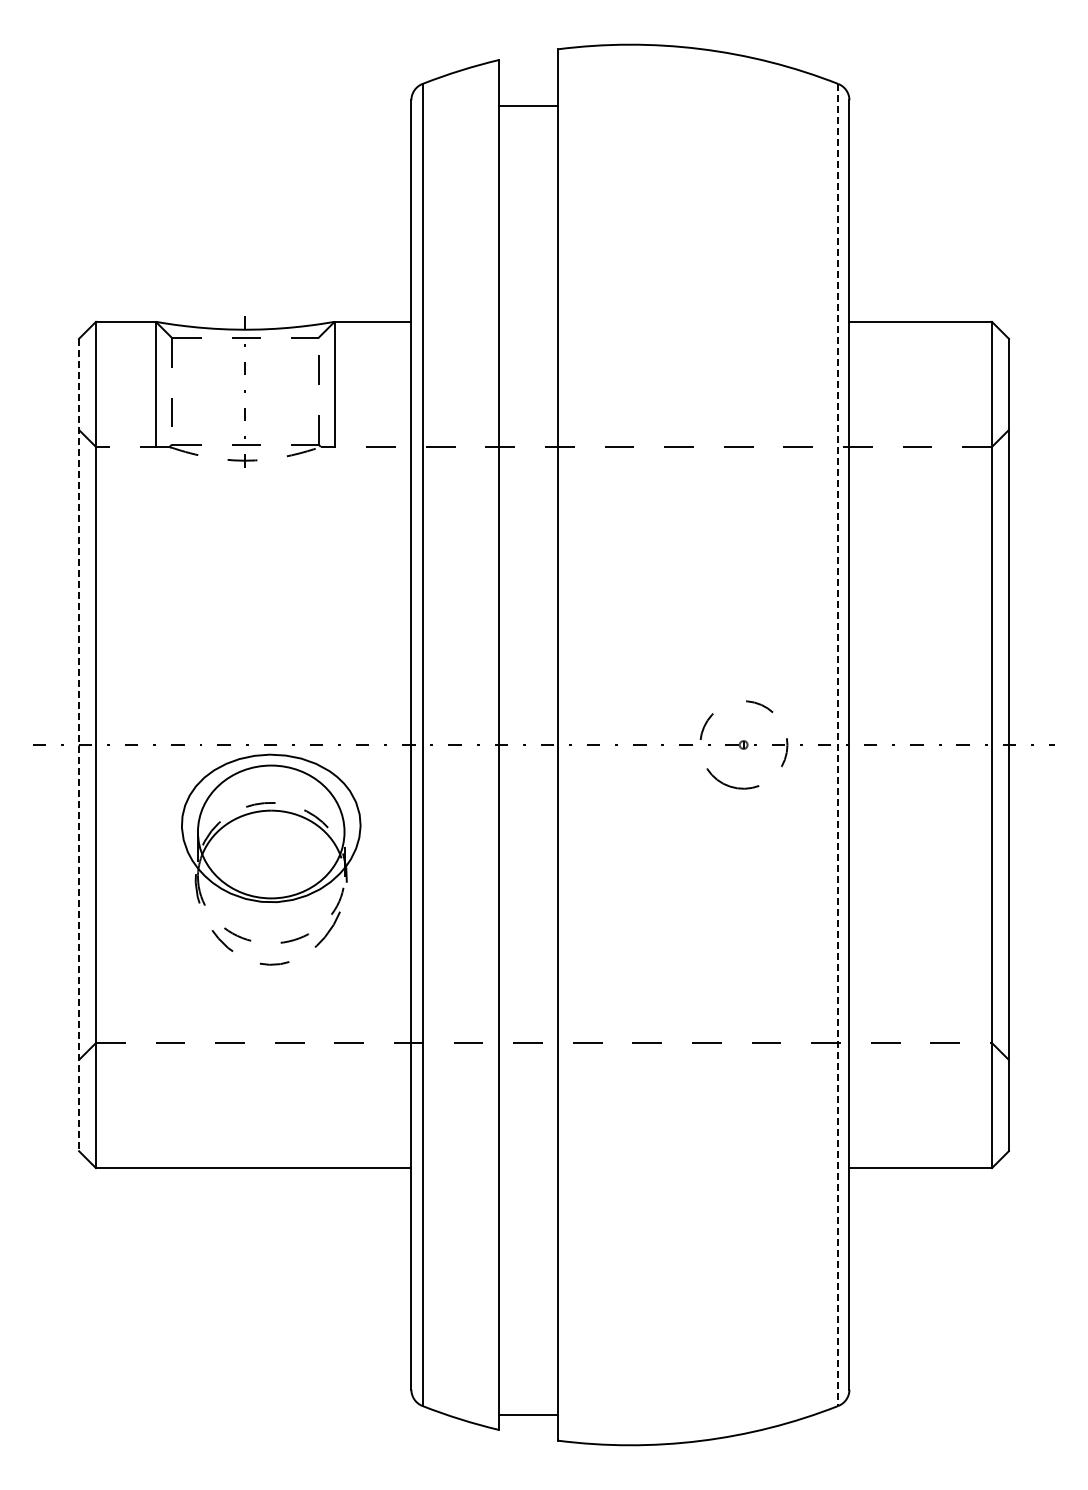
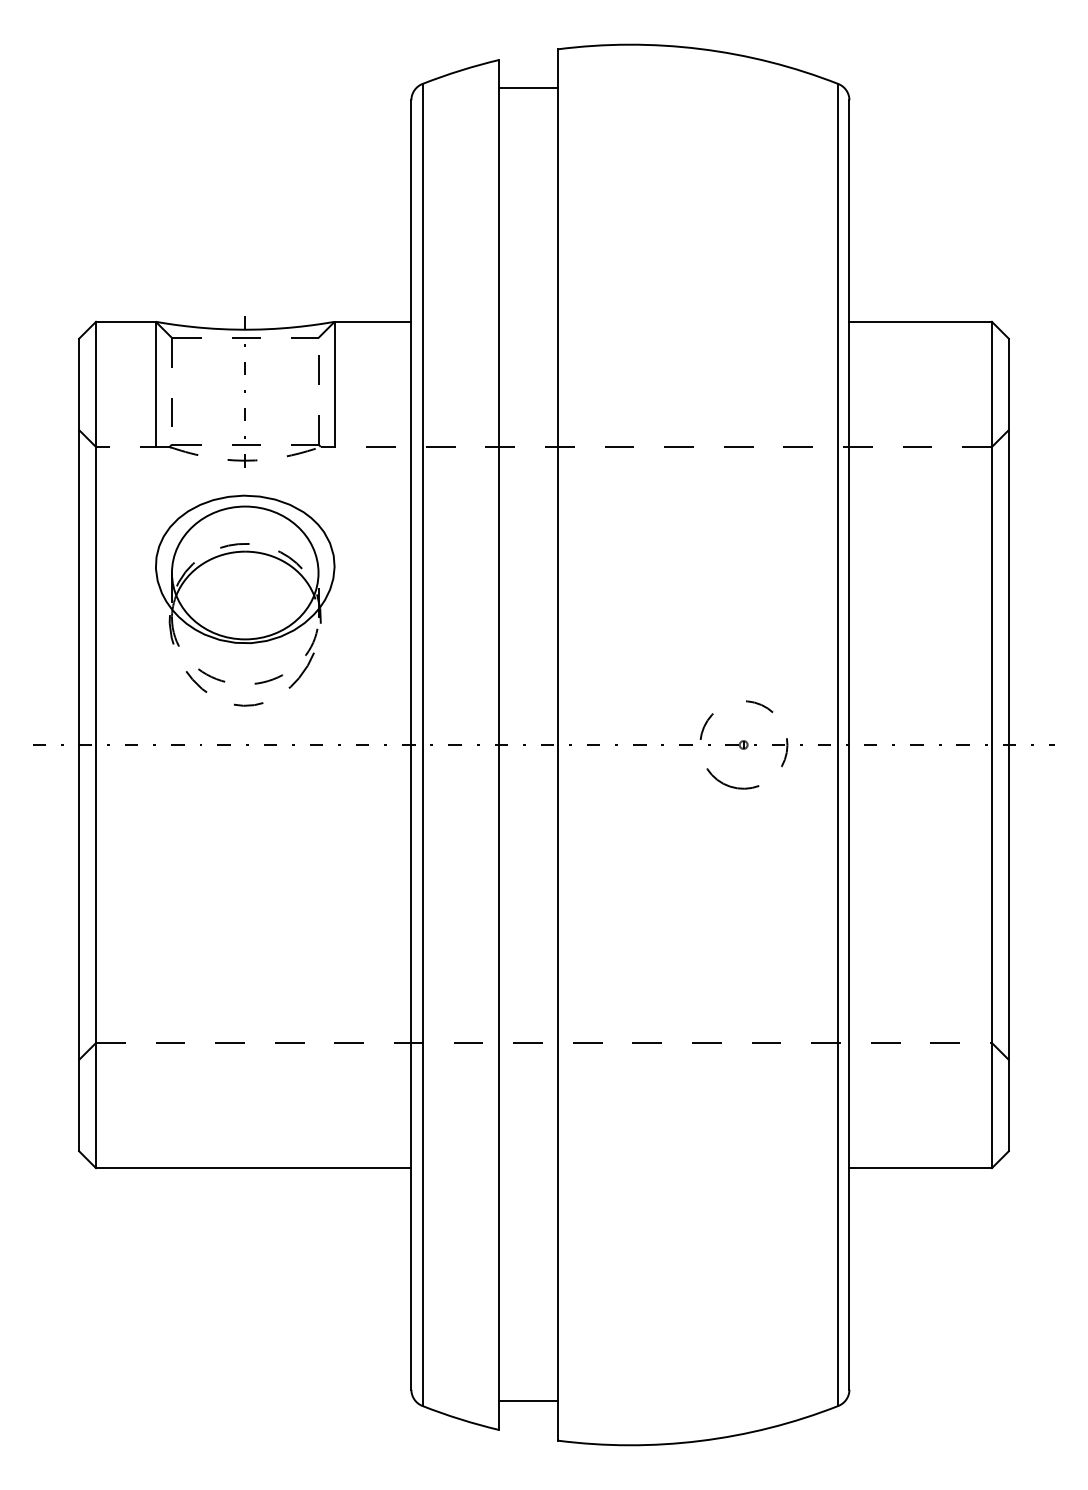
line at (528, 106) position: (528, 106) -> (528, 88)
line at (838, 744): dashed -> solid
line at (79, 745): dashed -> solid
part at (271, 859) position: (271, 859) -> (245, 600)
line at (528, 1415) position: (528, 1415) -> (528, 1401)
